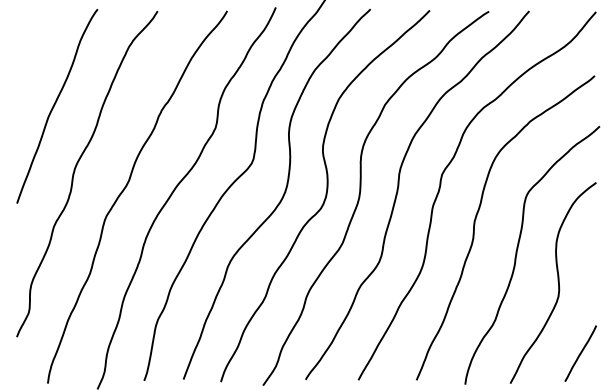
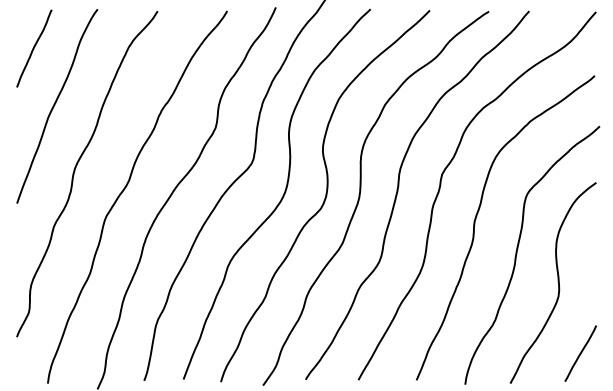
curve at (34, 48): none -> present
